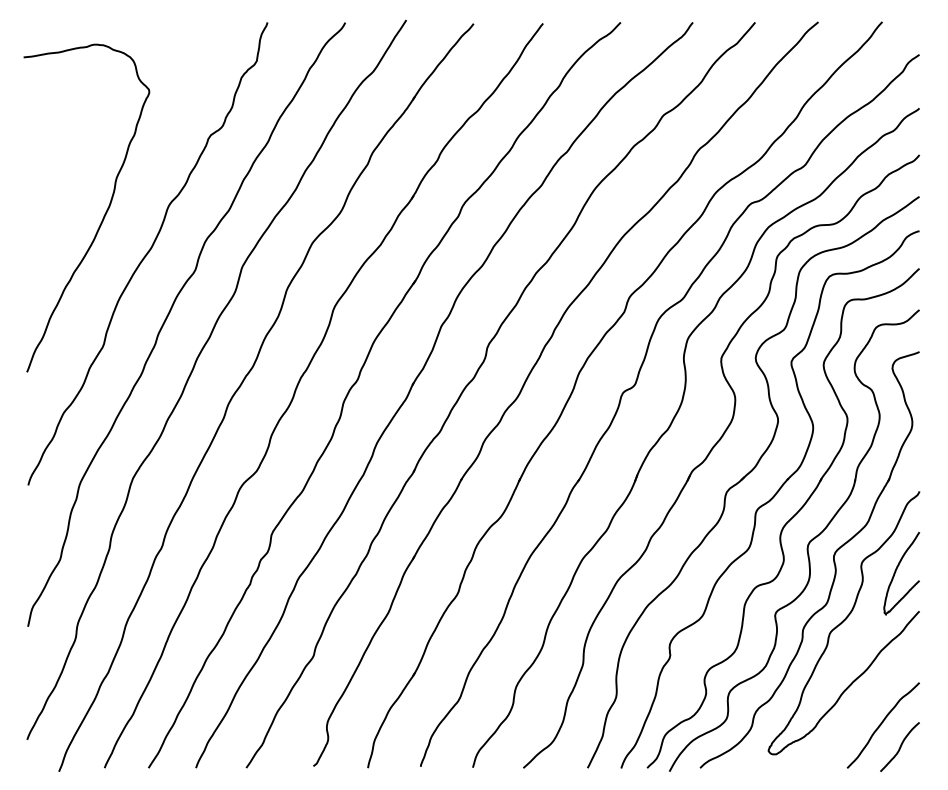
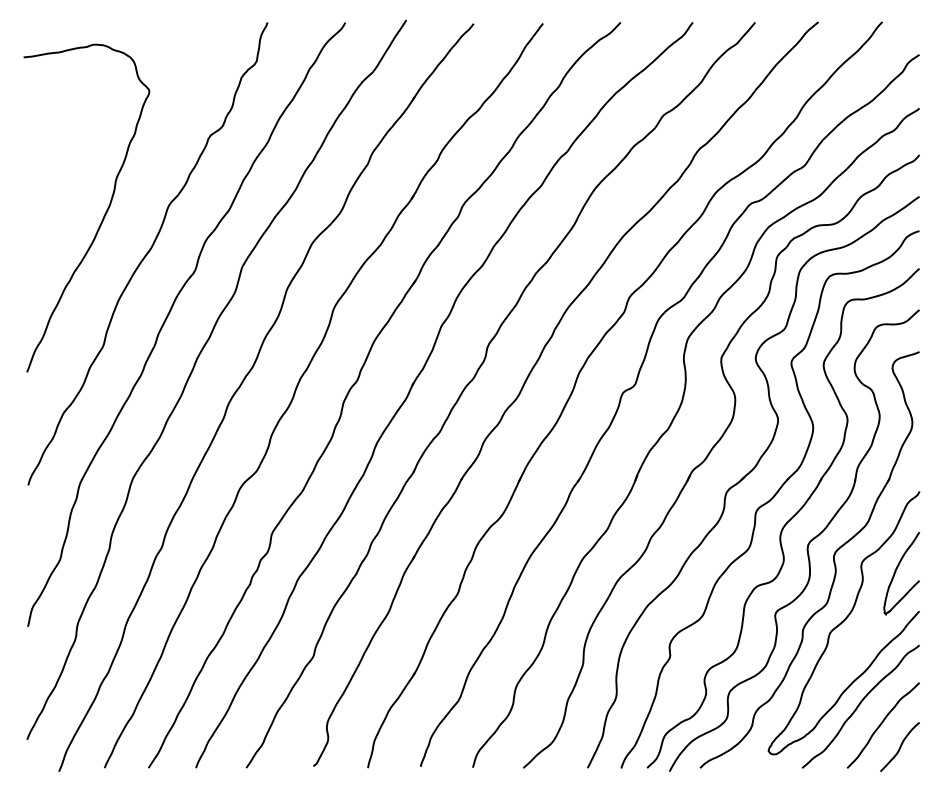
curve at (859, 706): none -> present
